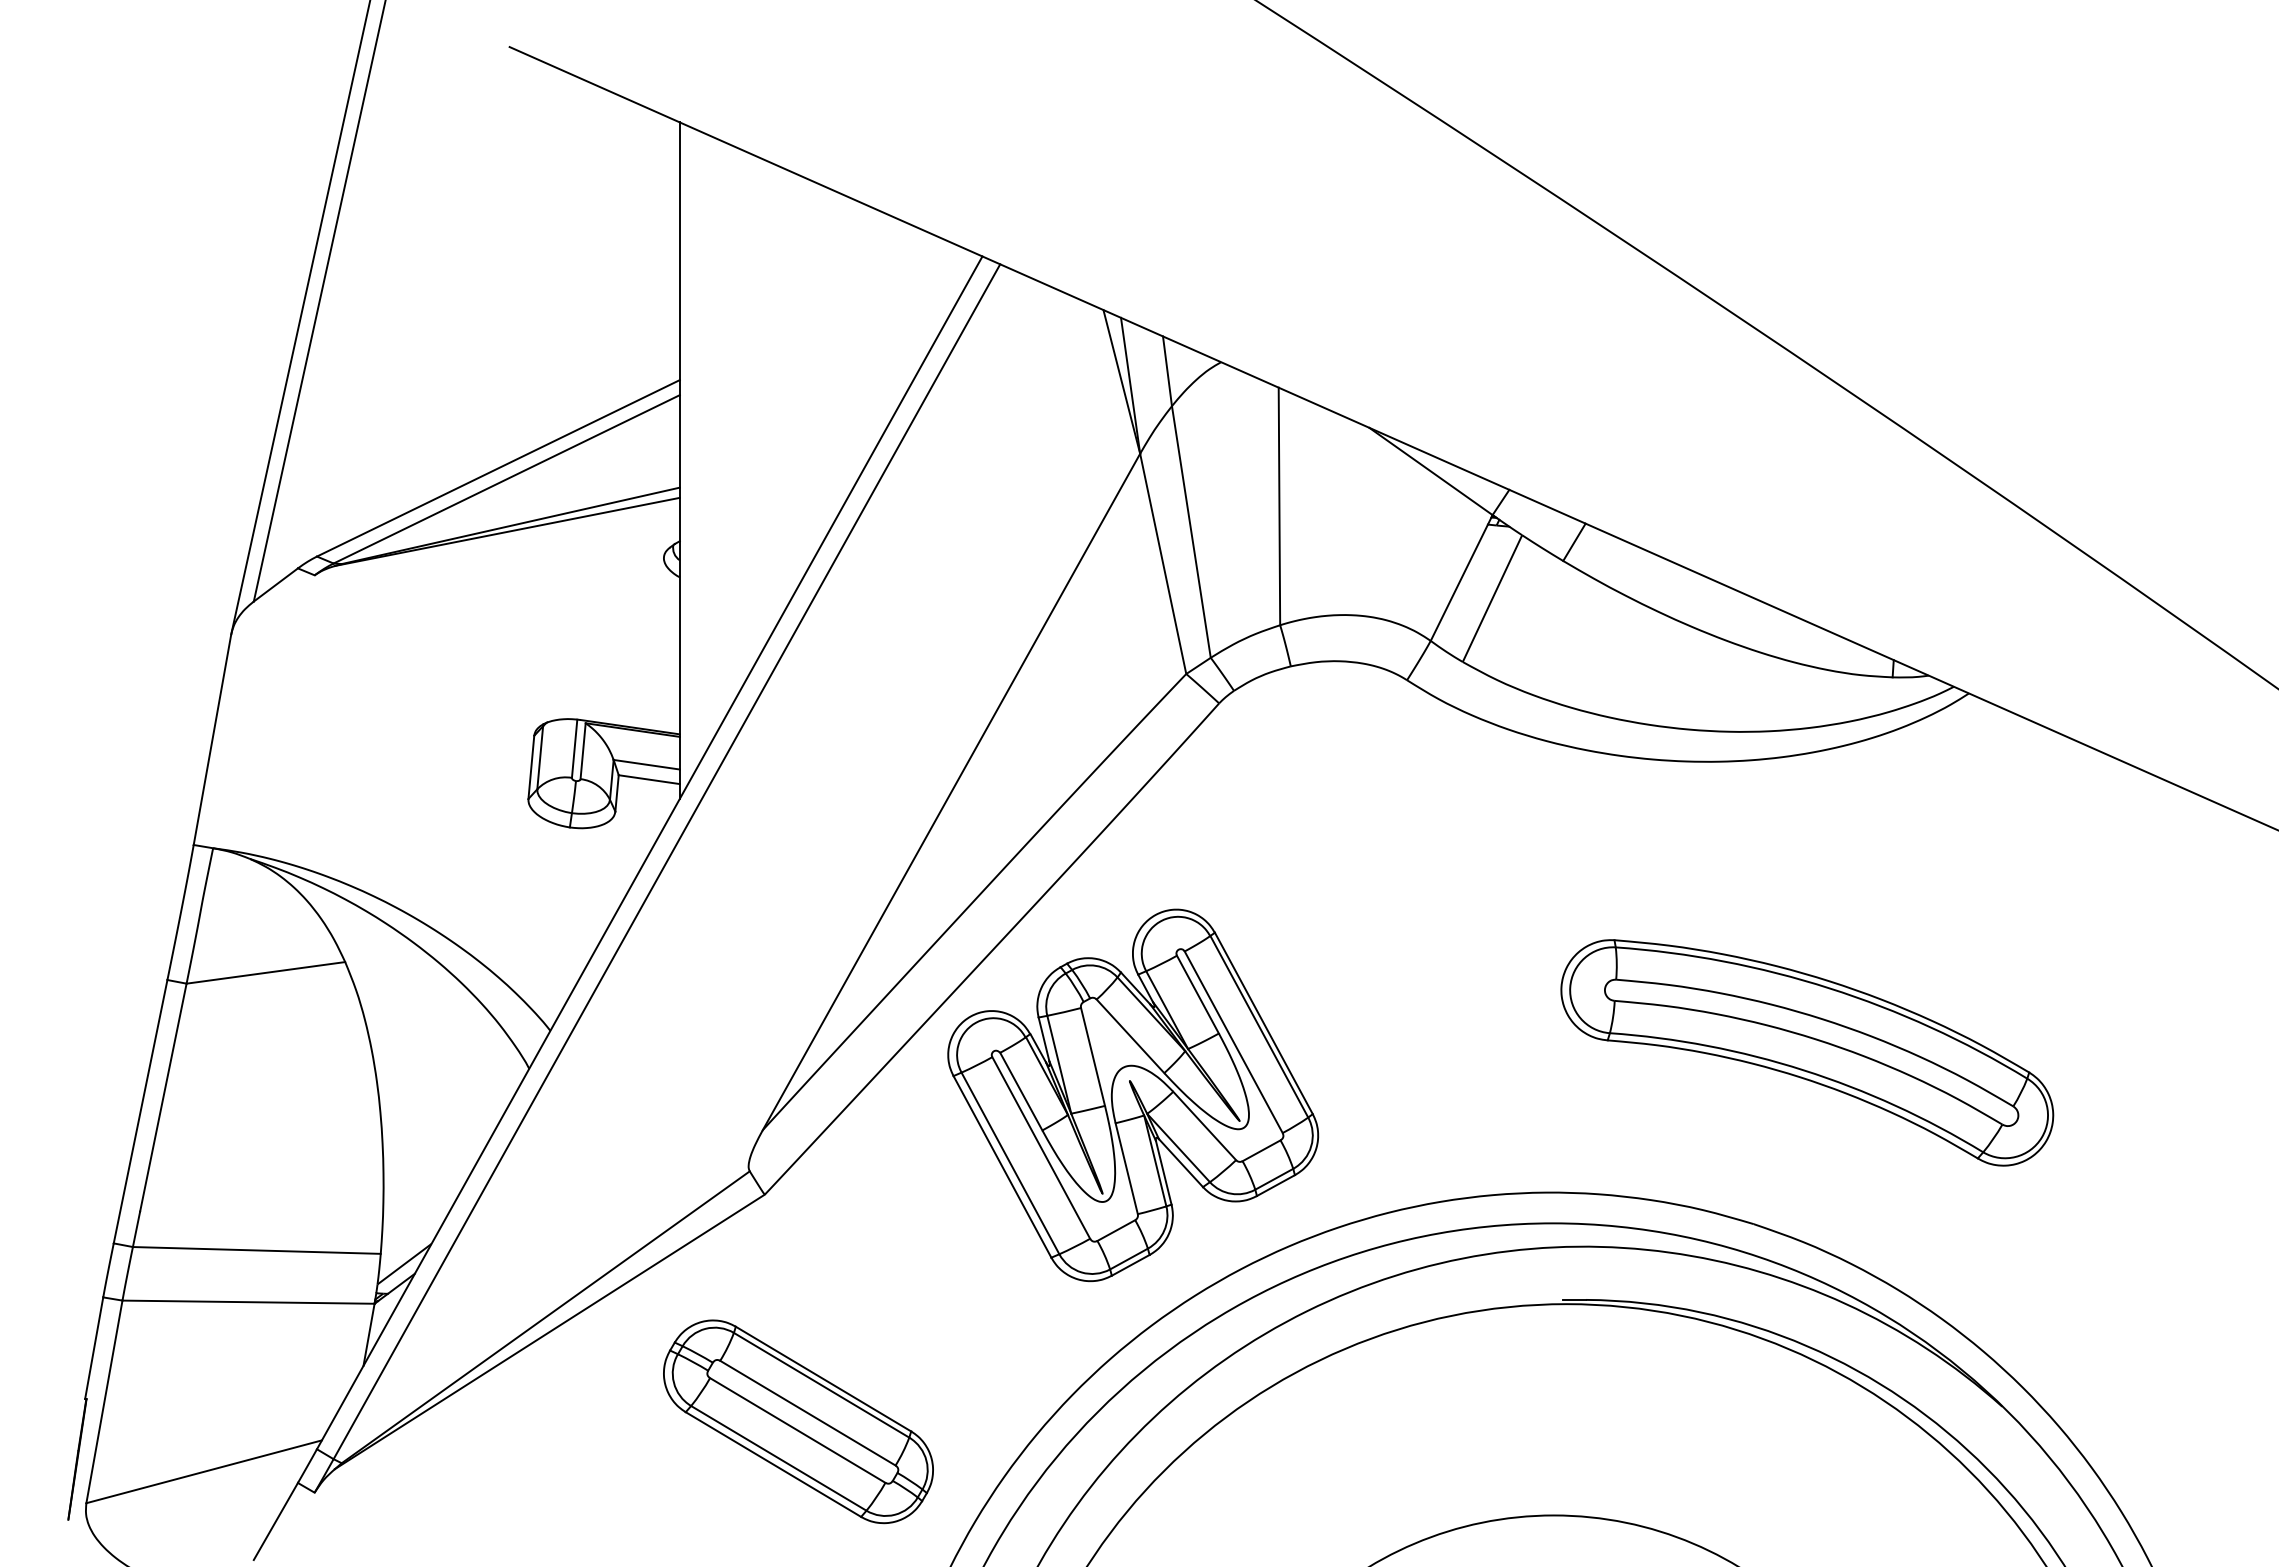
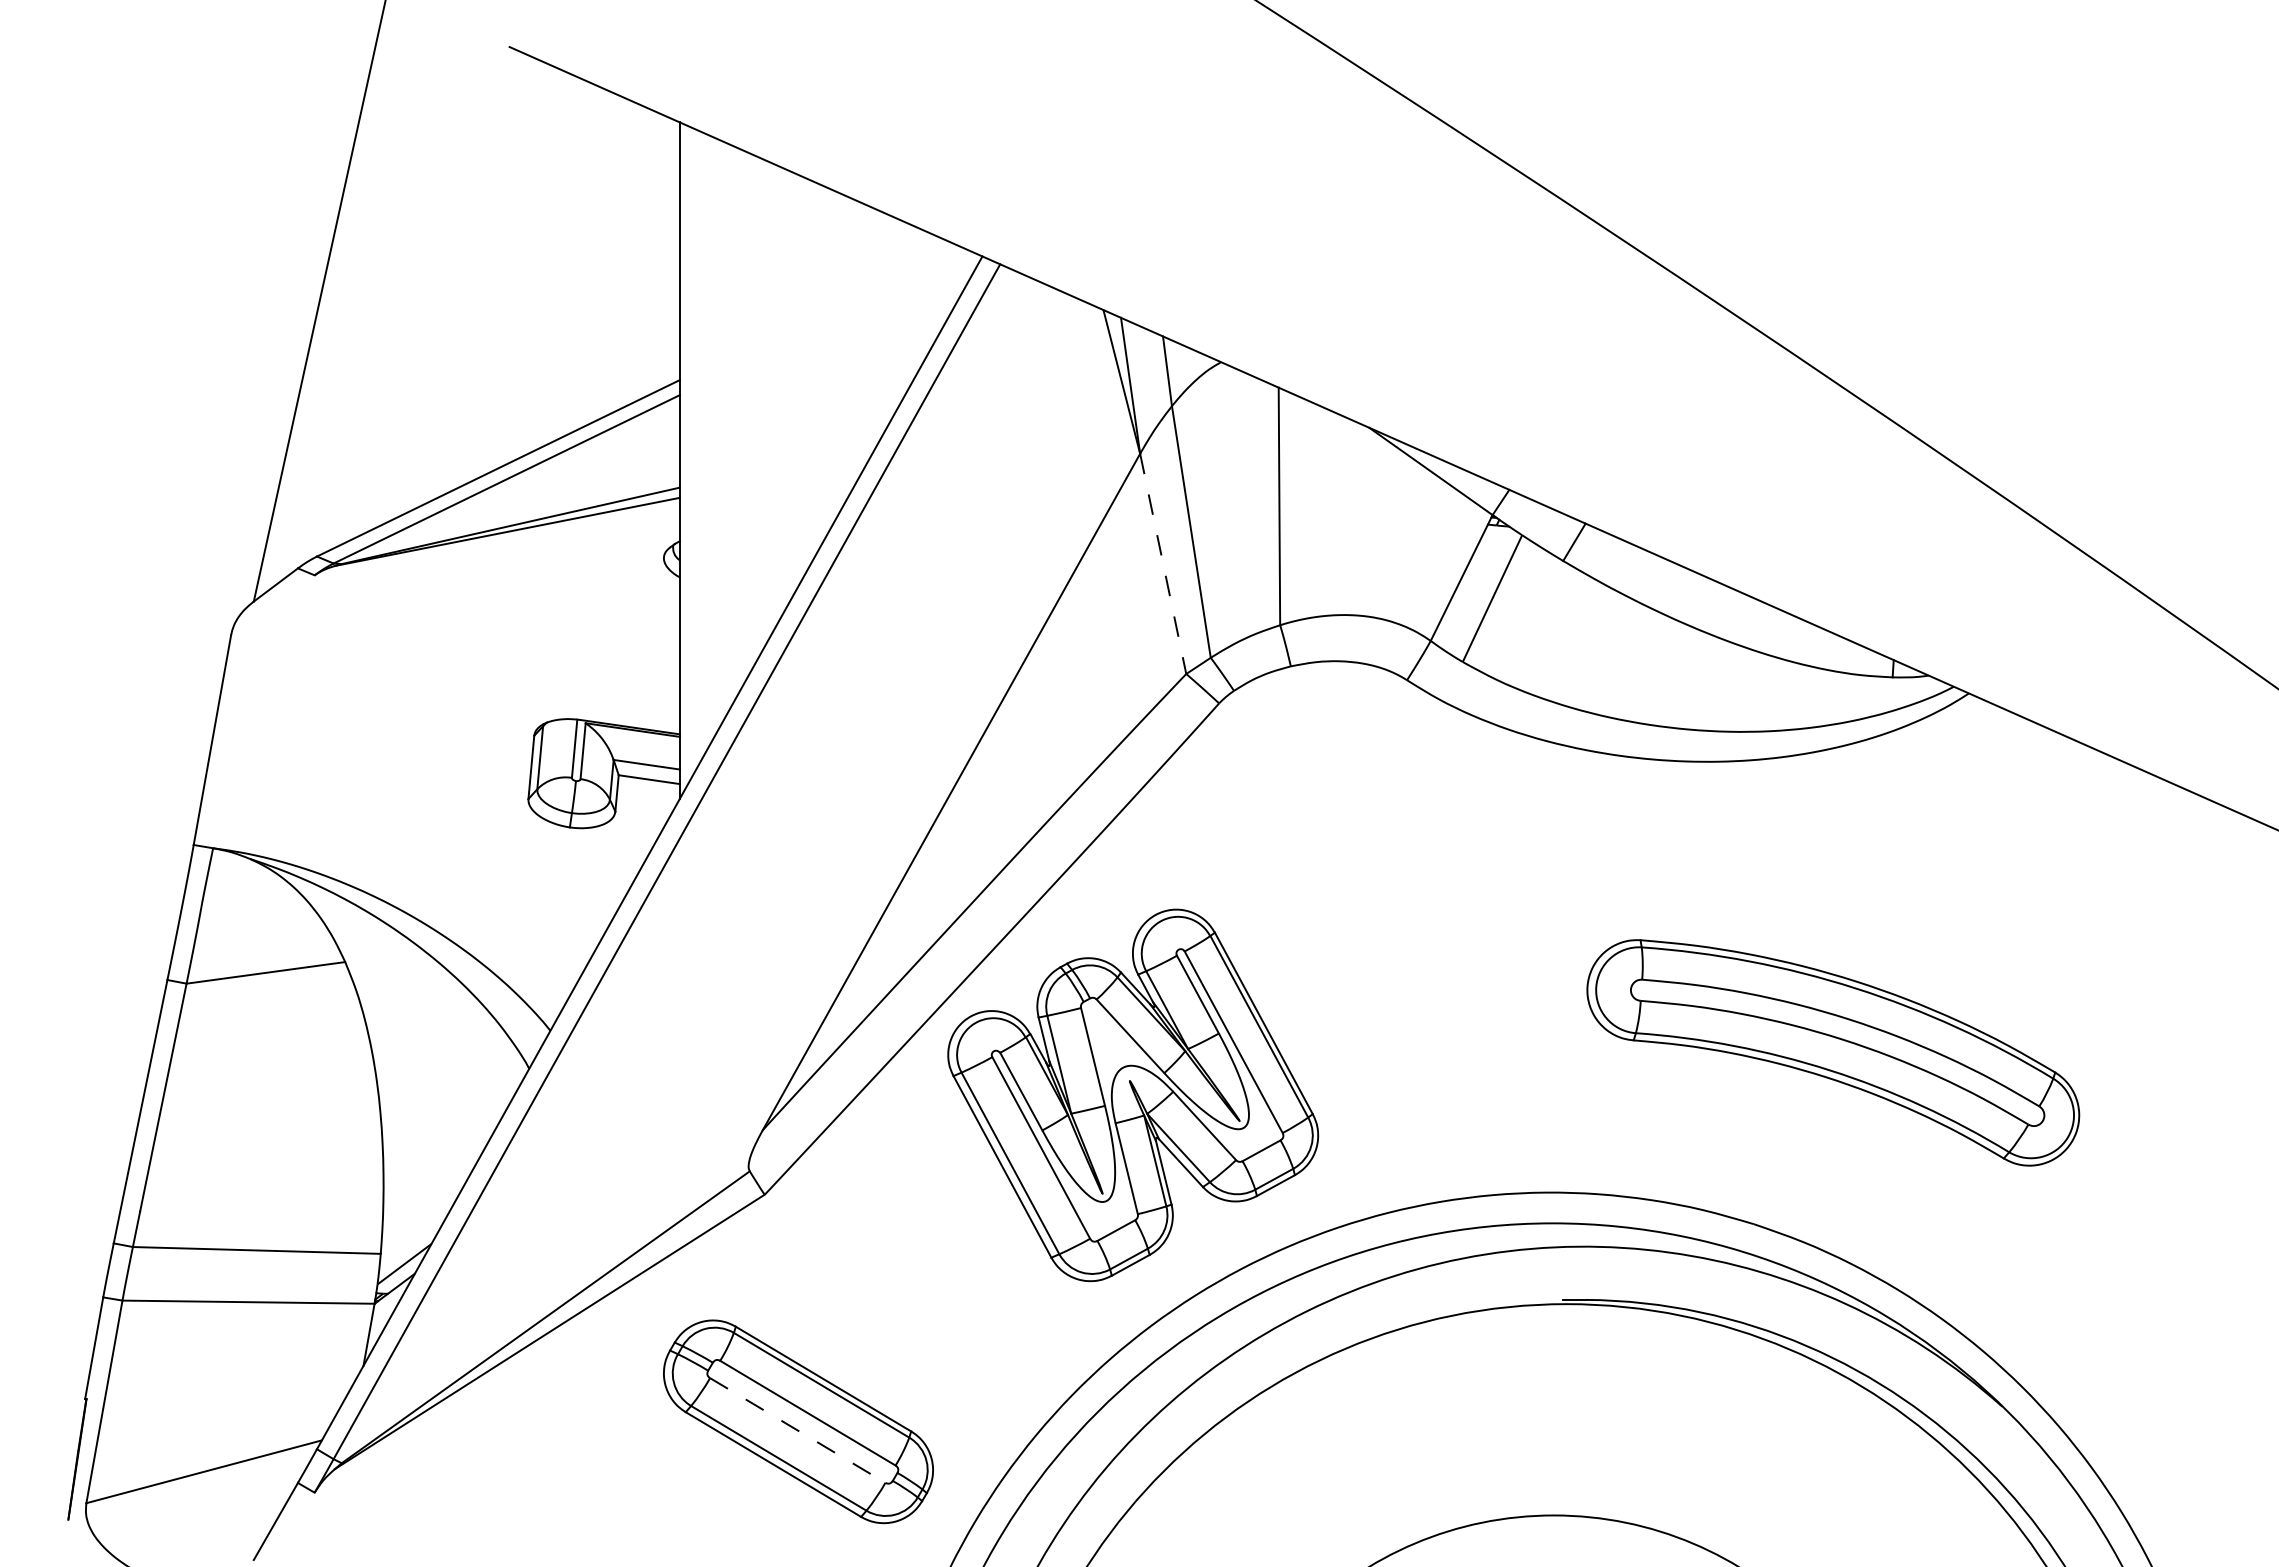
line at (300, 317): present -> none
line at (1163, 564): solid -> dashed
part at (1807, 1052) position: (1807, 1052) -> (1833, 1052)
line at (798, 1430): solid -> dashed
